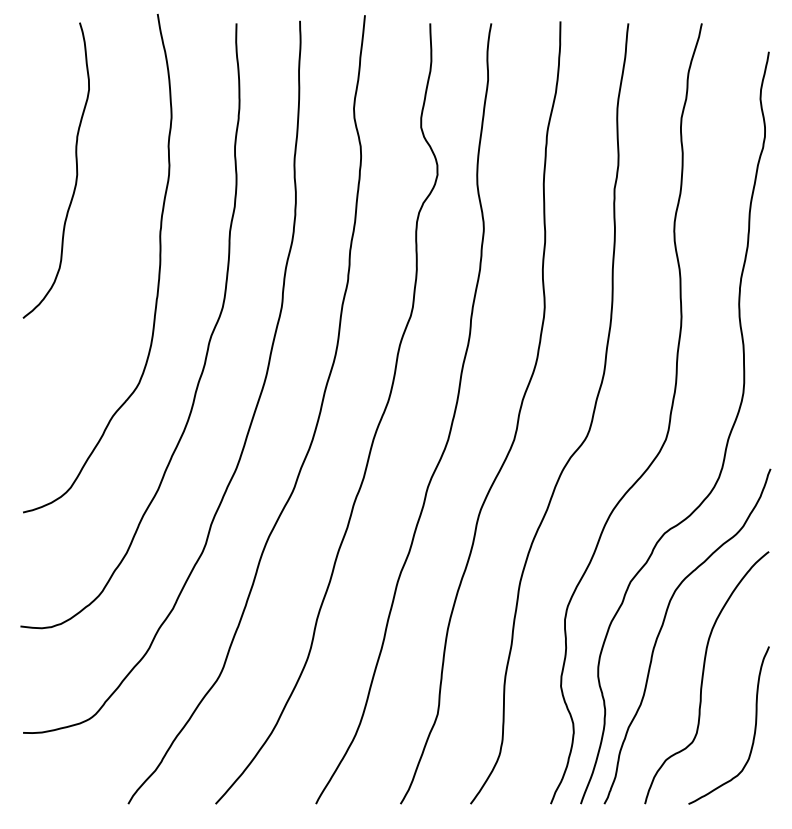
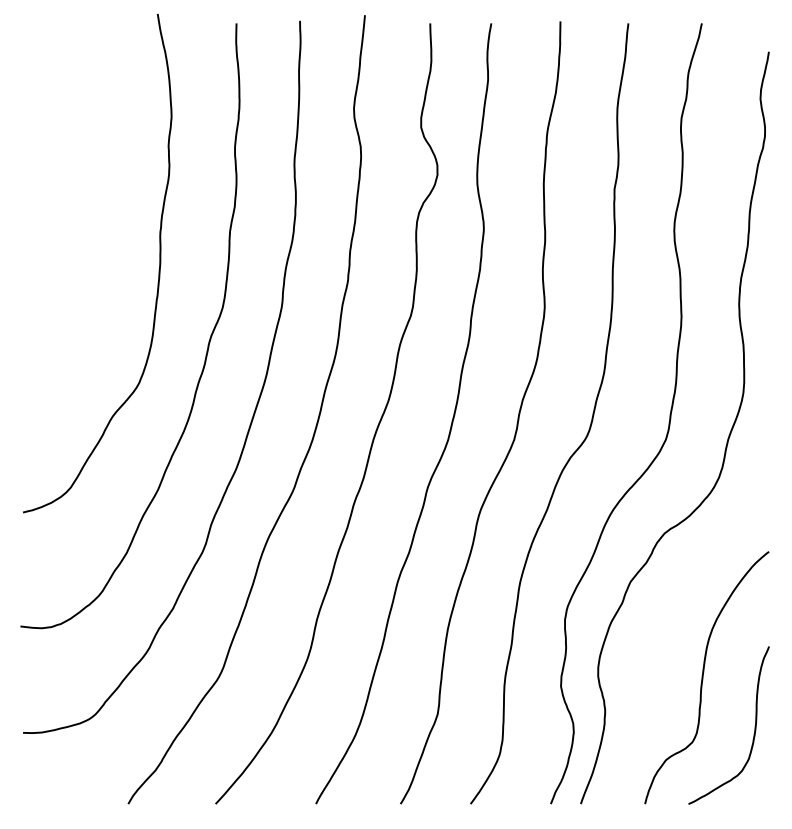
curve at (76, 170): present -> none
curve at (662, 628): present -> none
